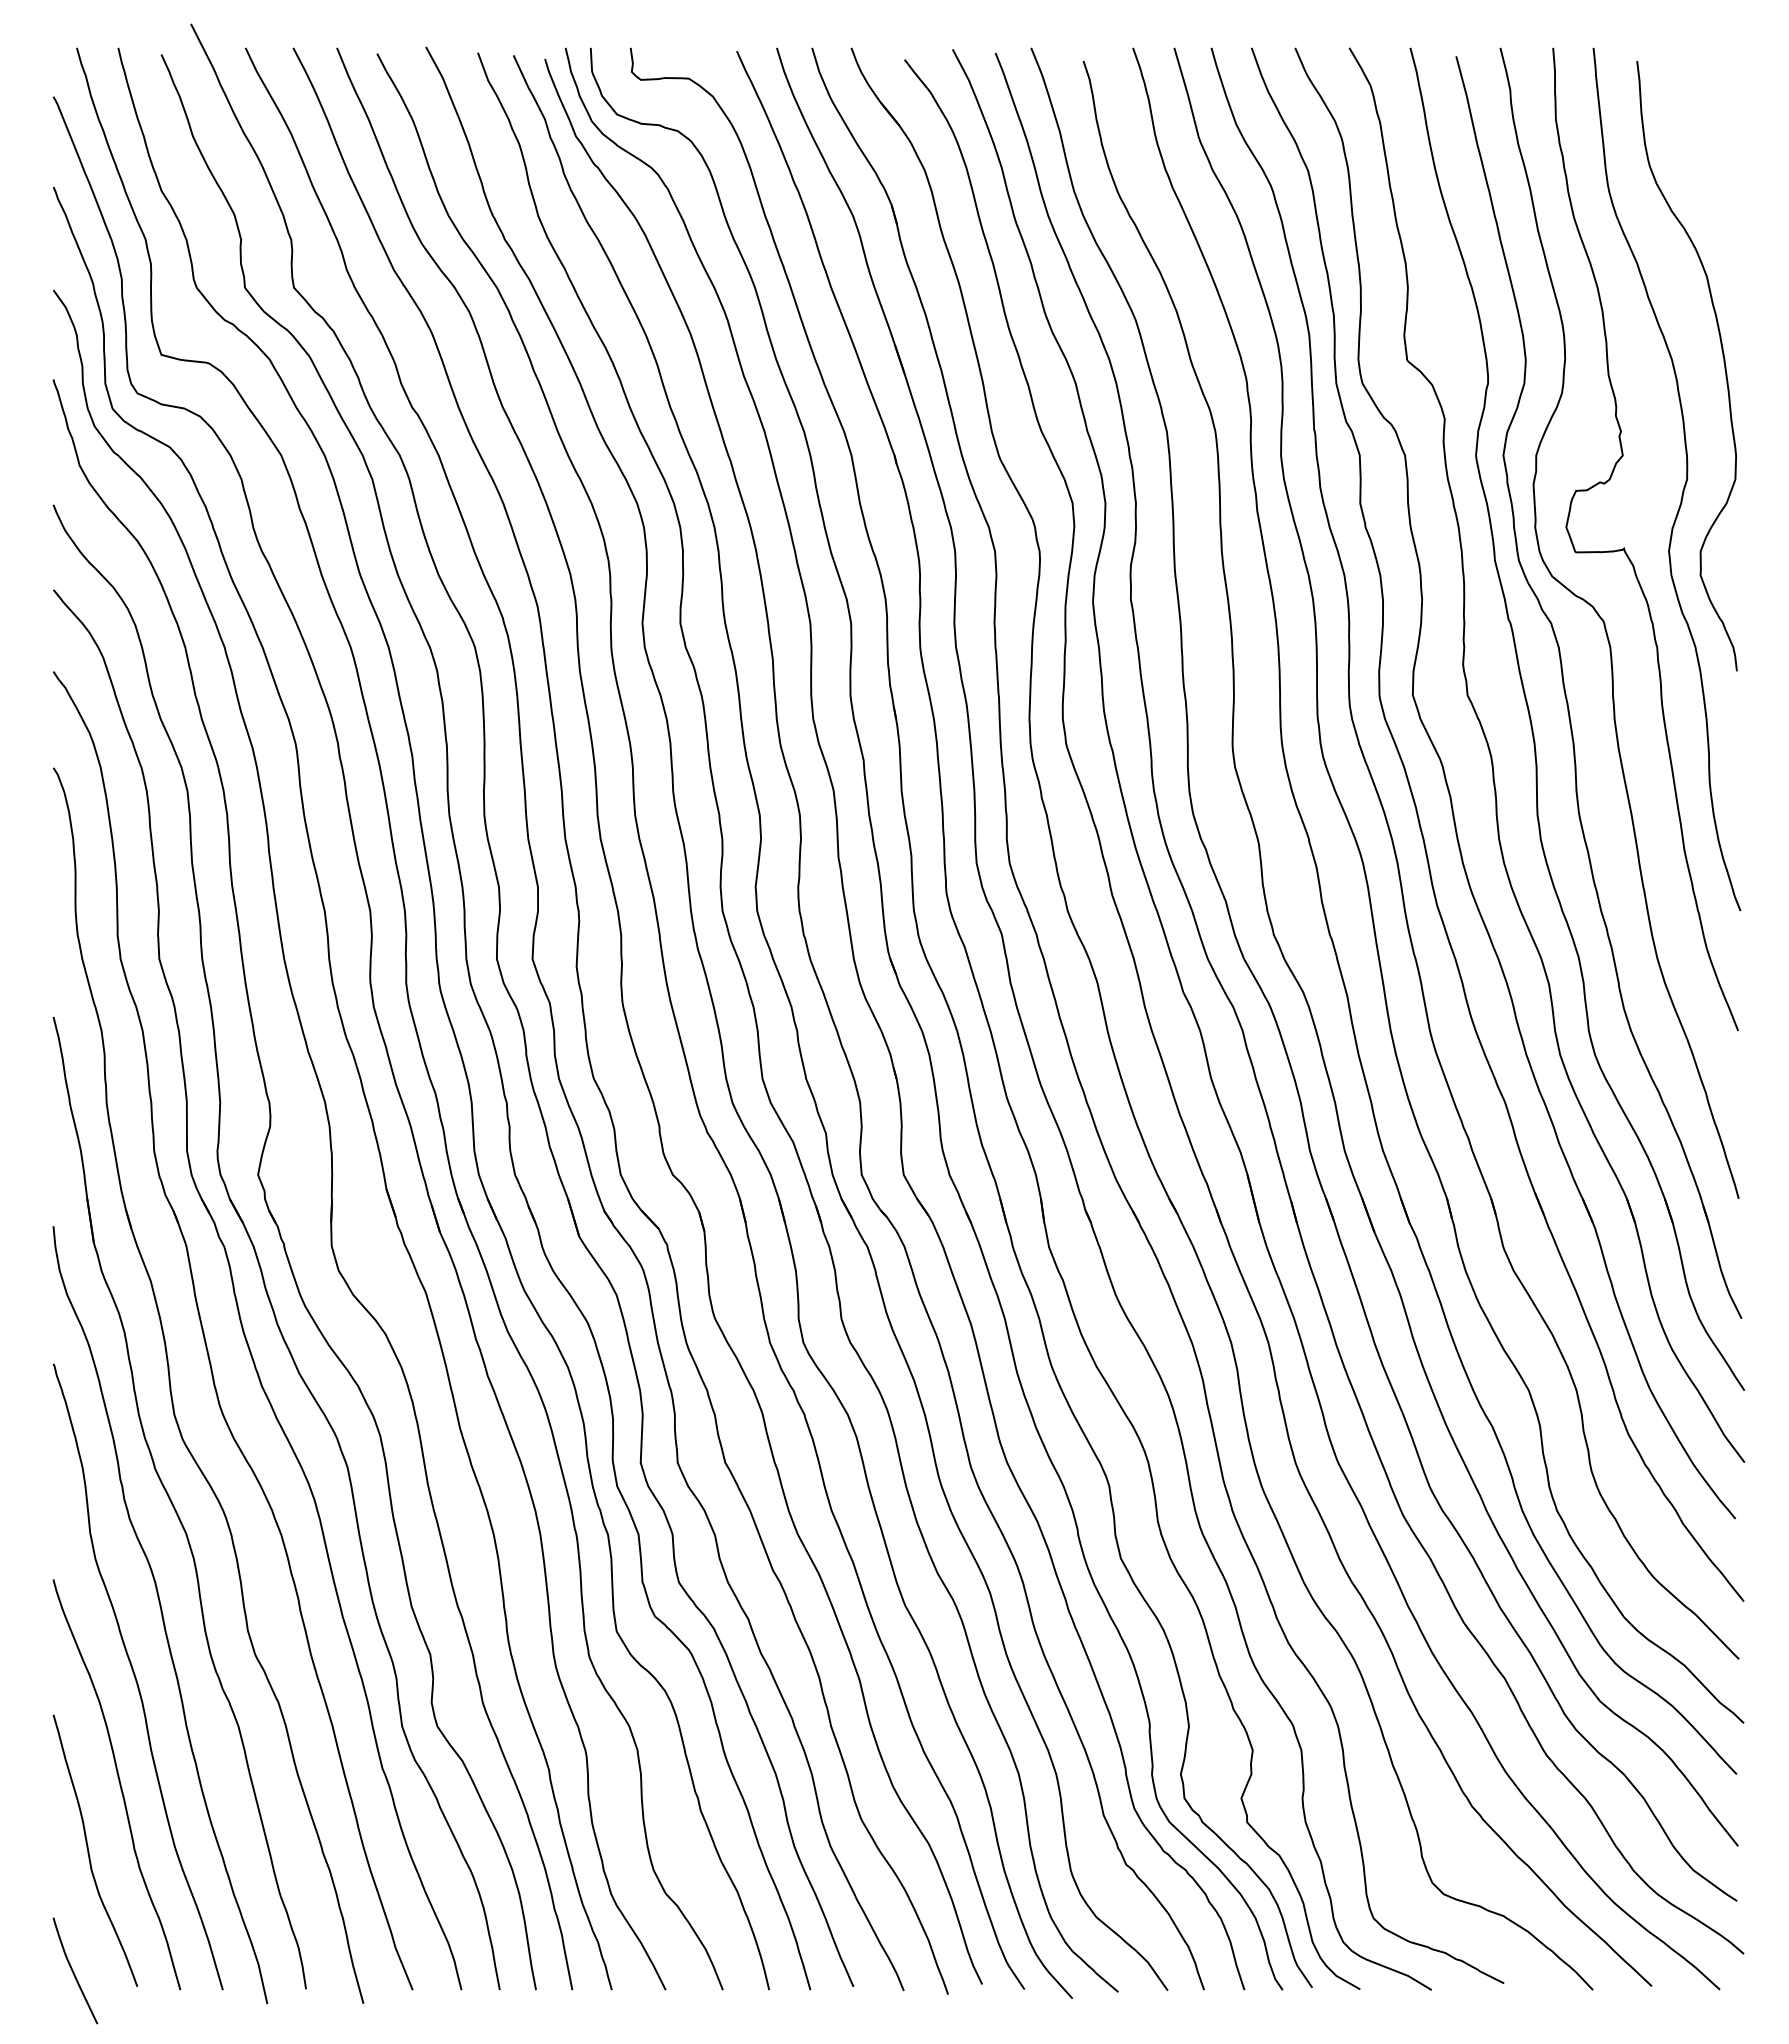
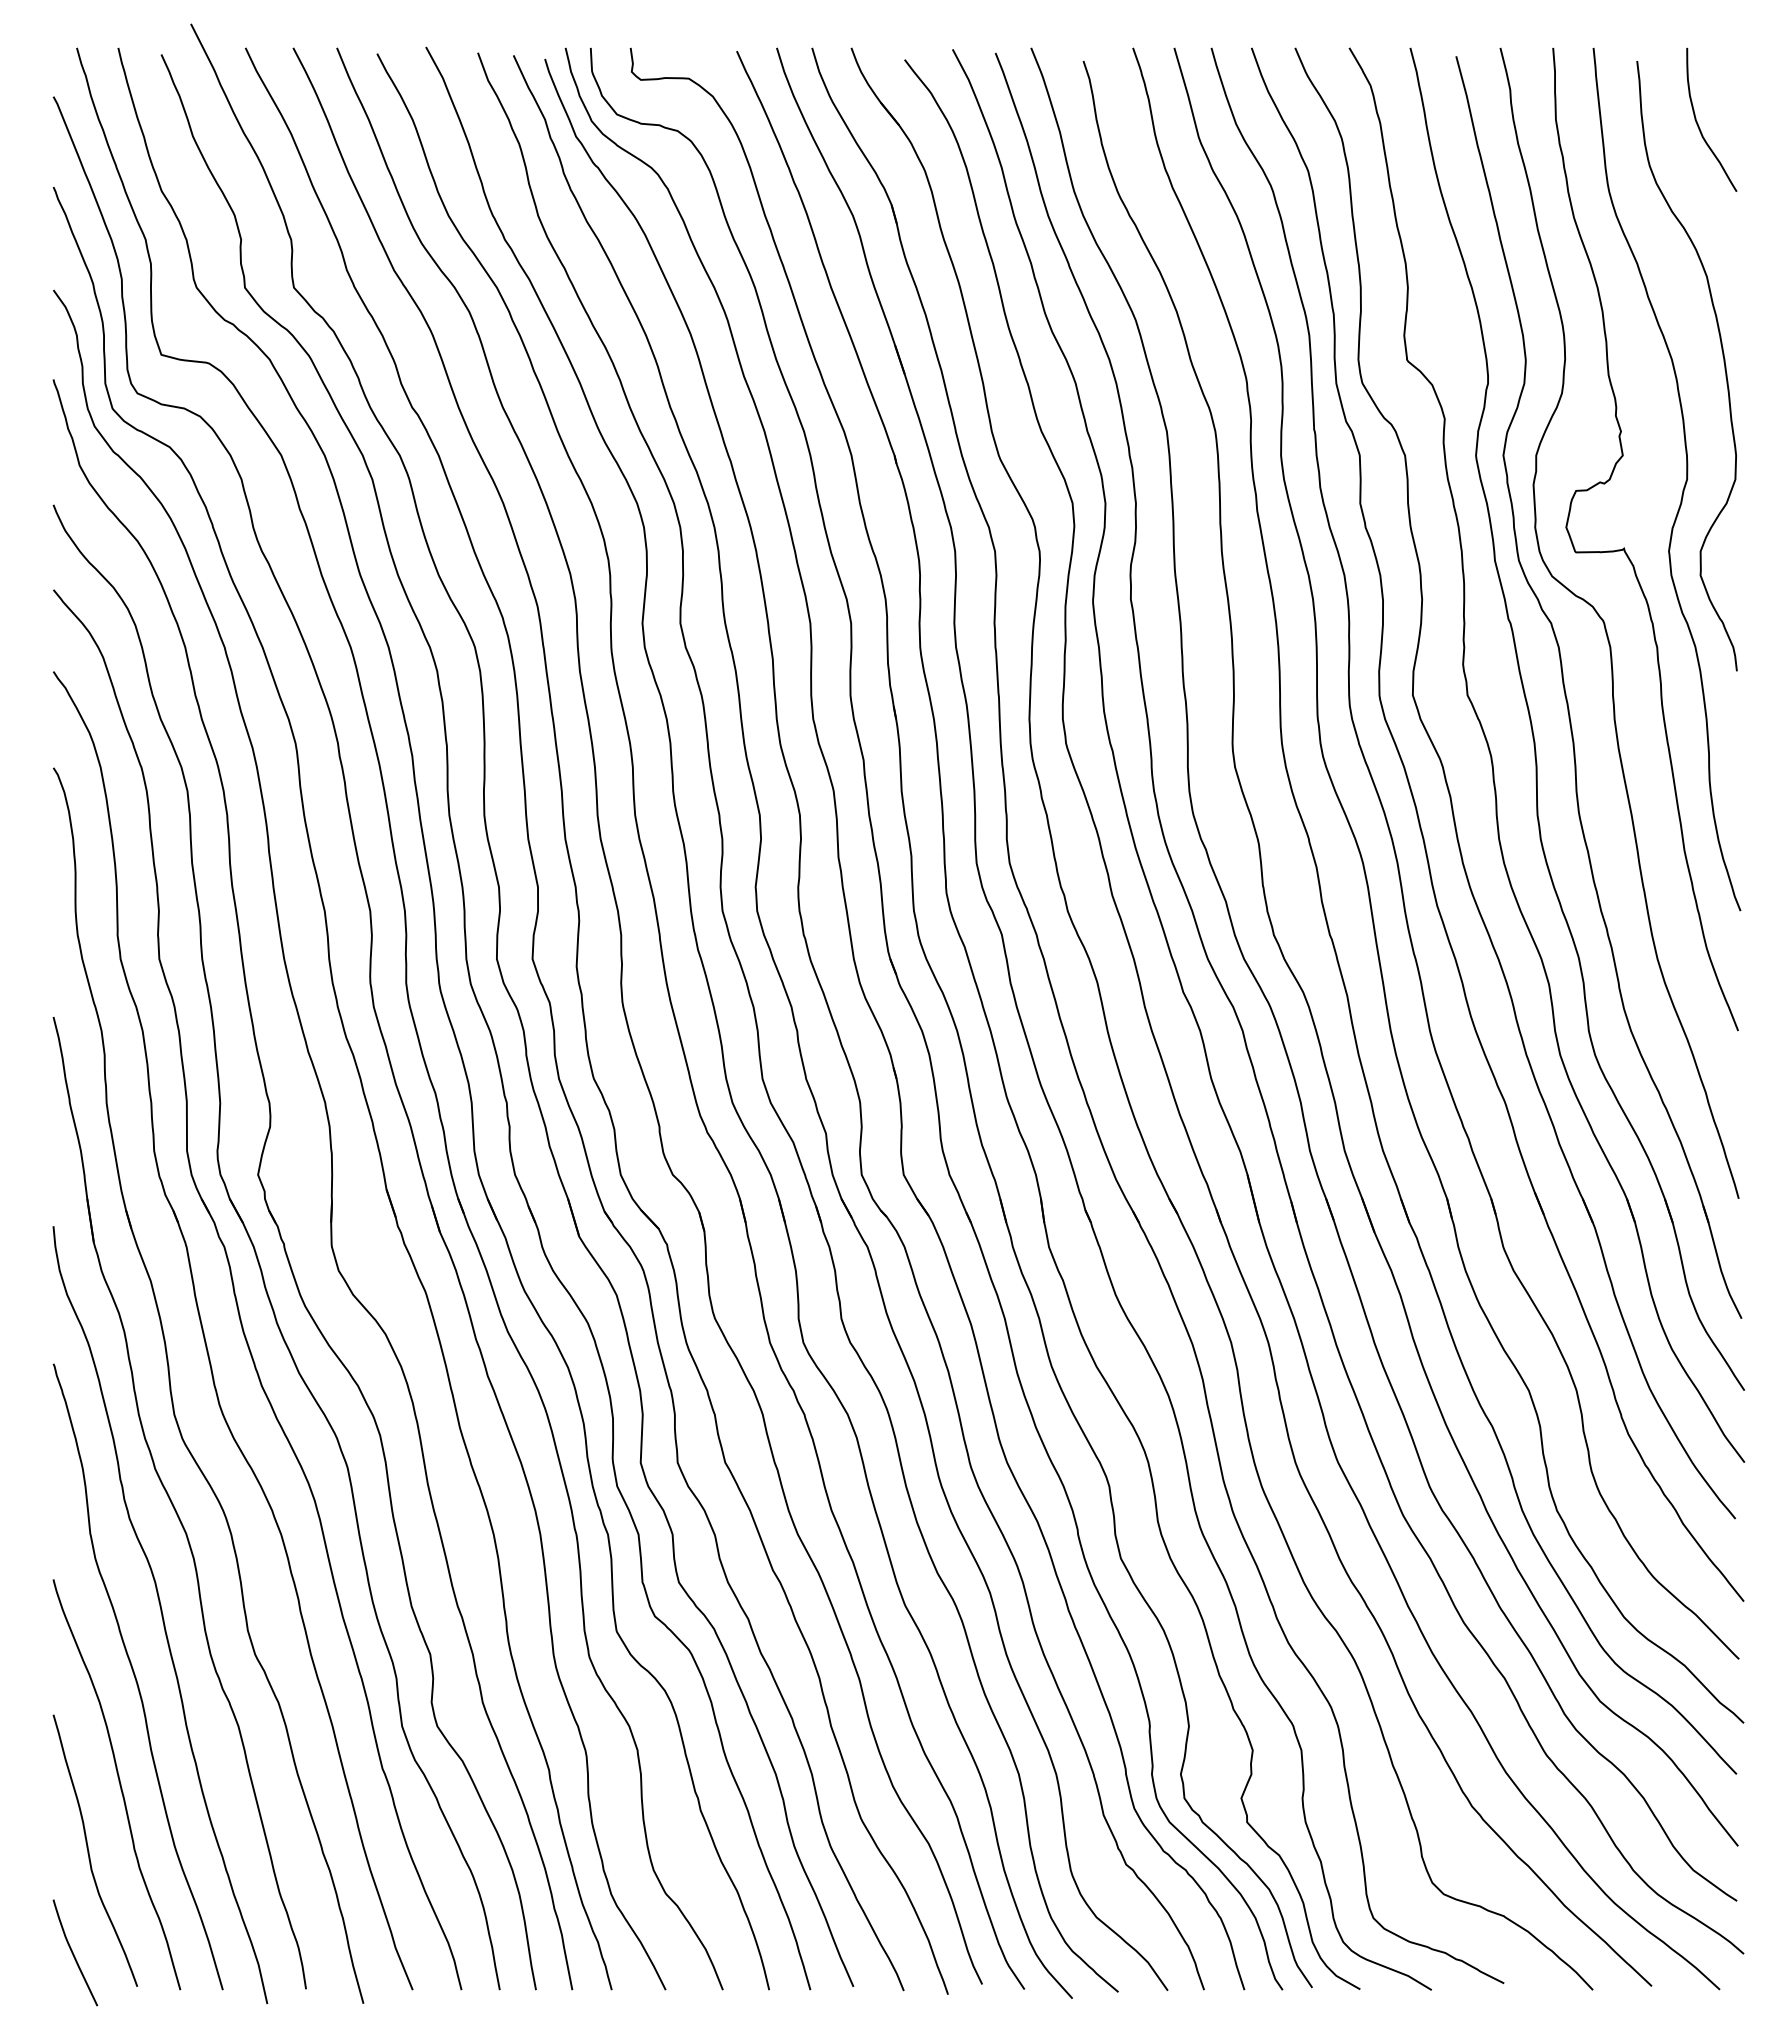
curve at (1698, 123): none -> present
curve at (73, 1970) position: (73, 1970) -> (73, 1952)
